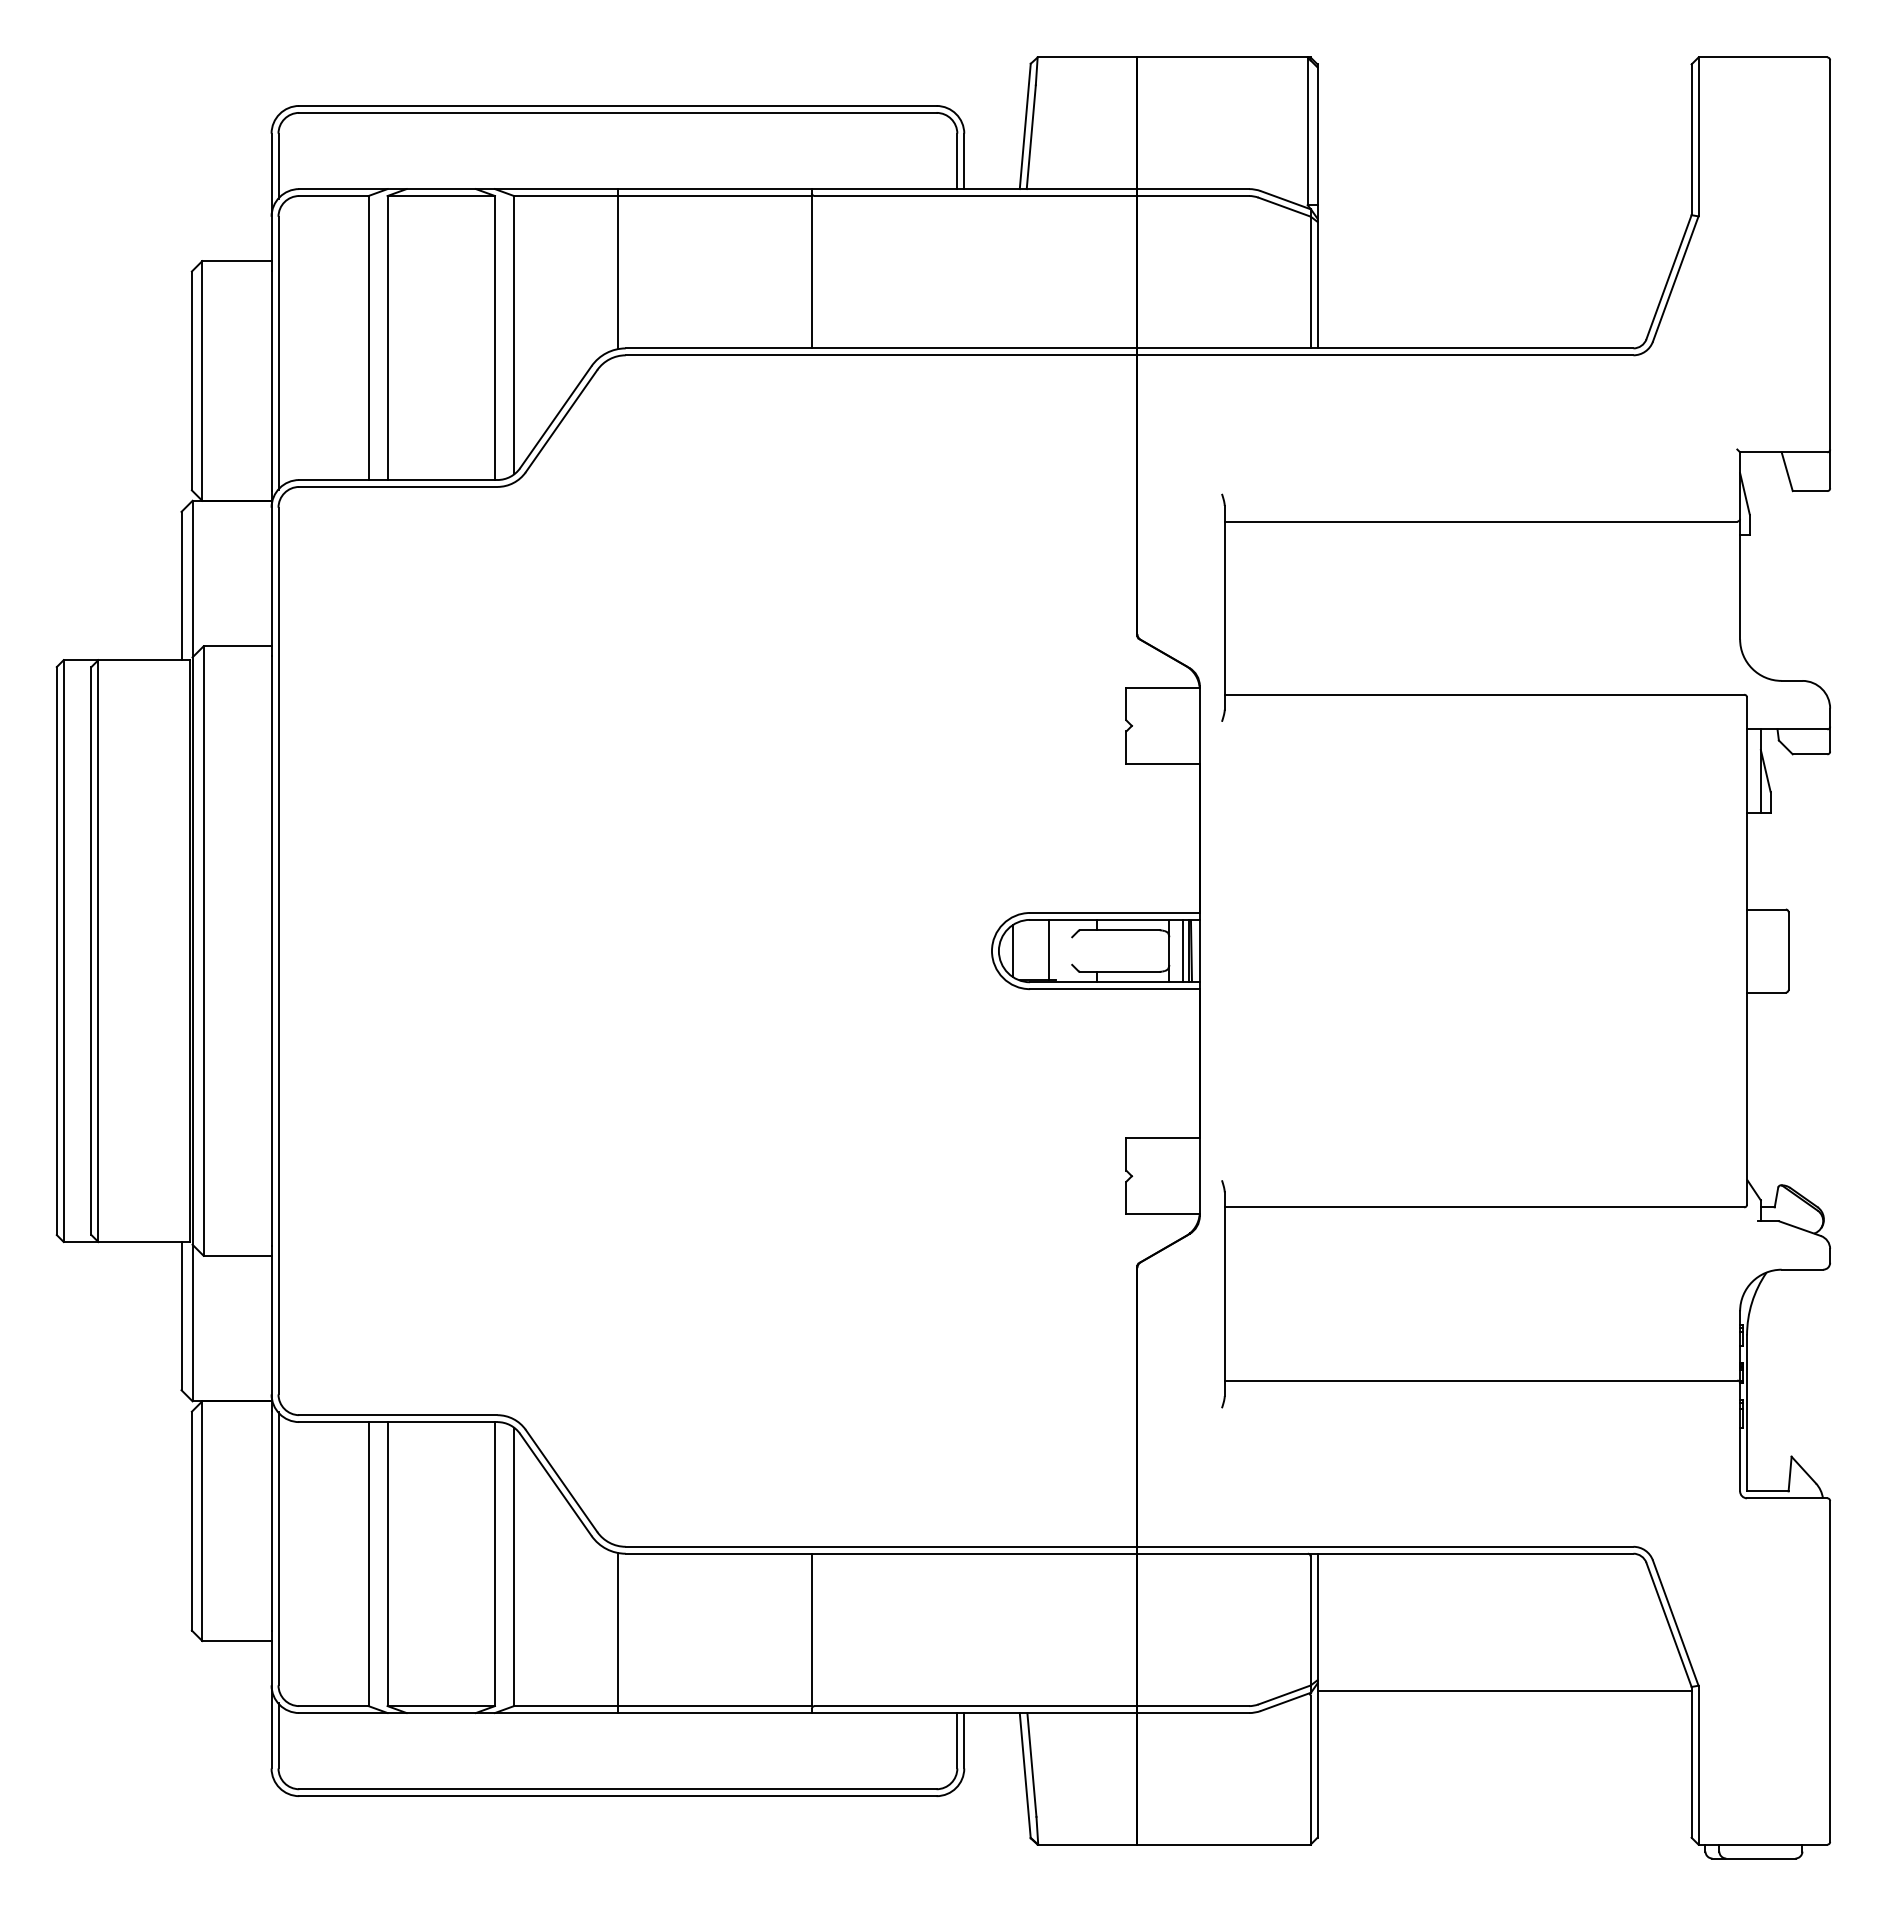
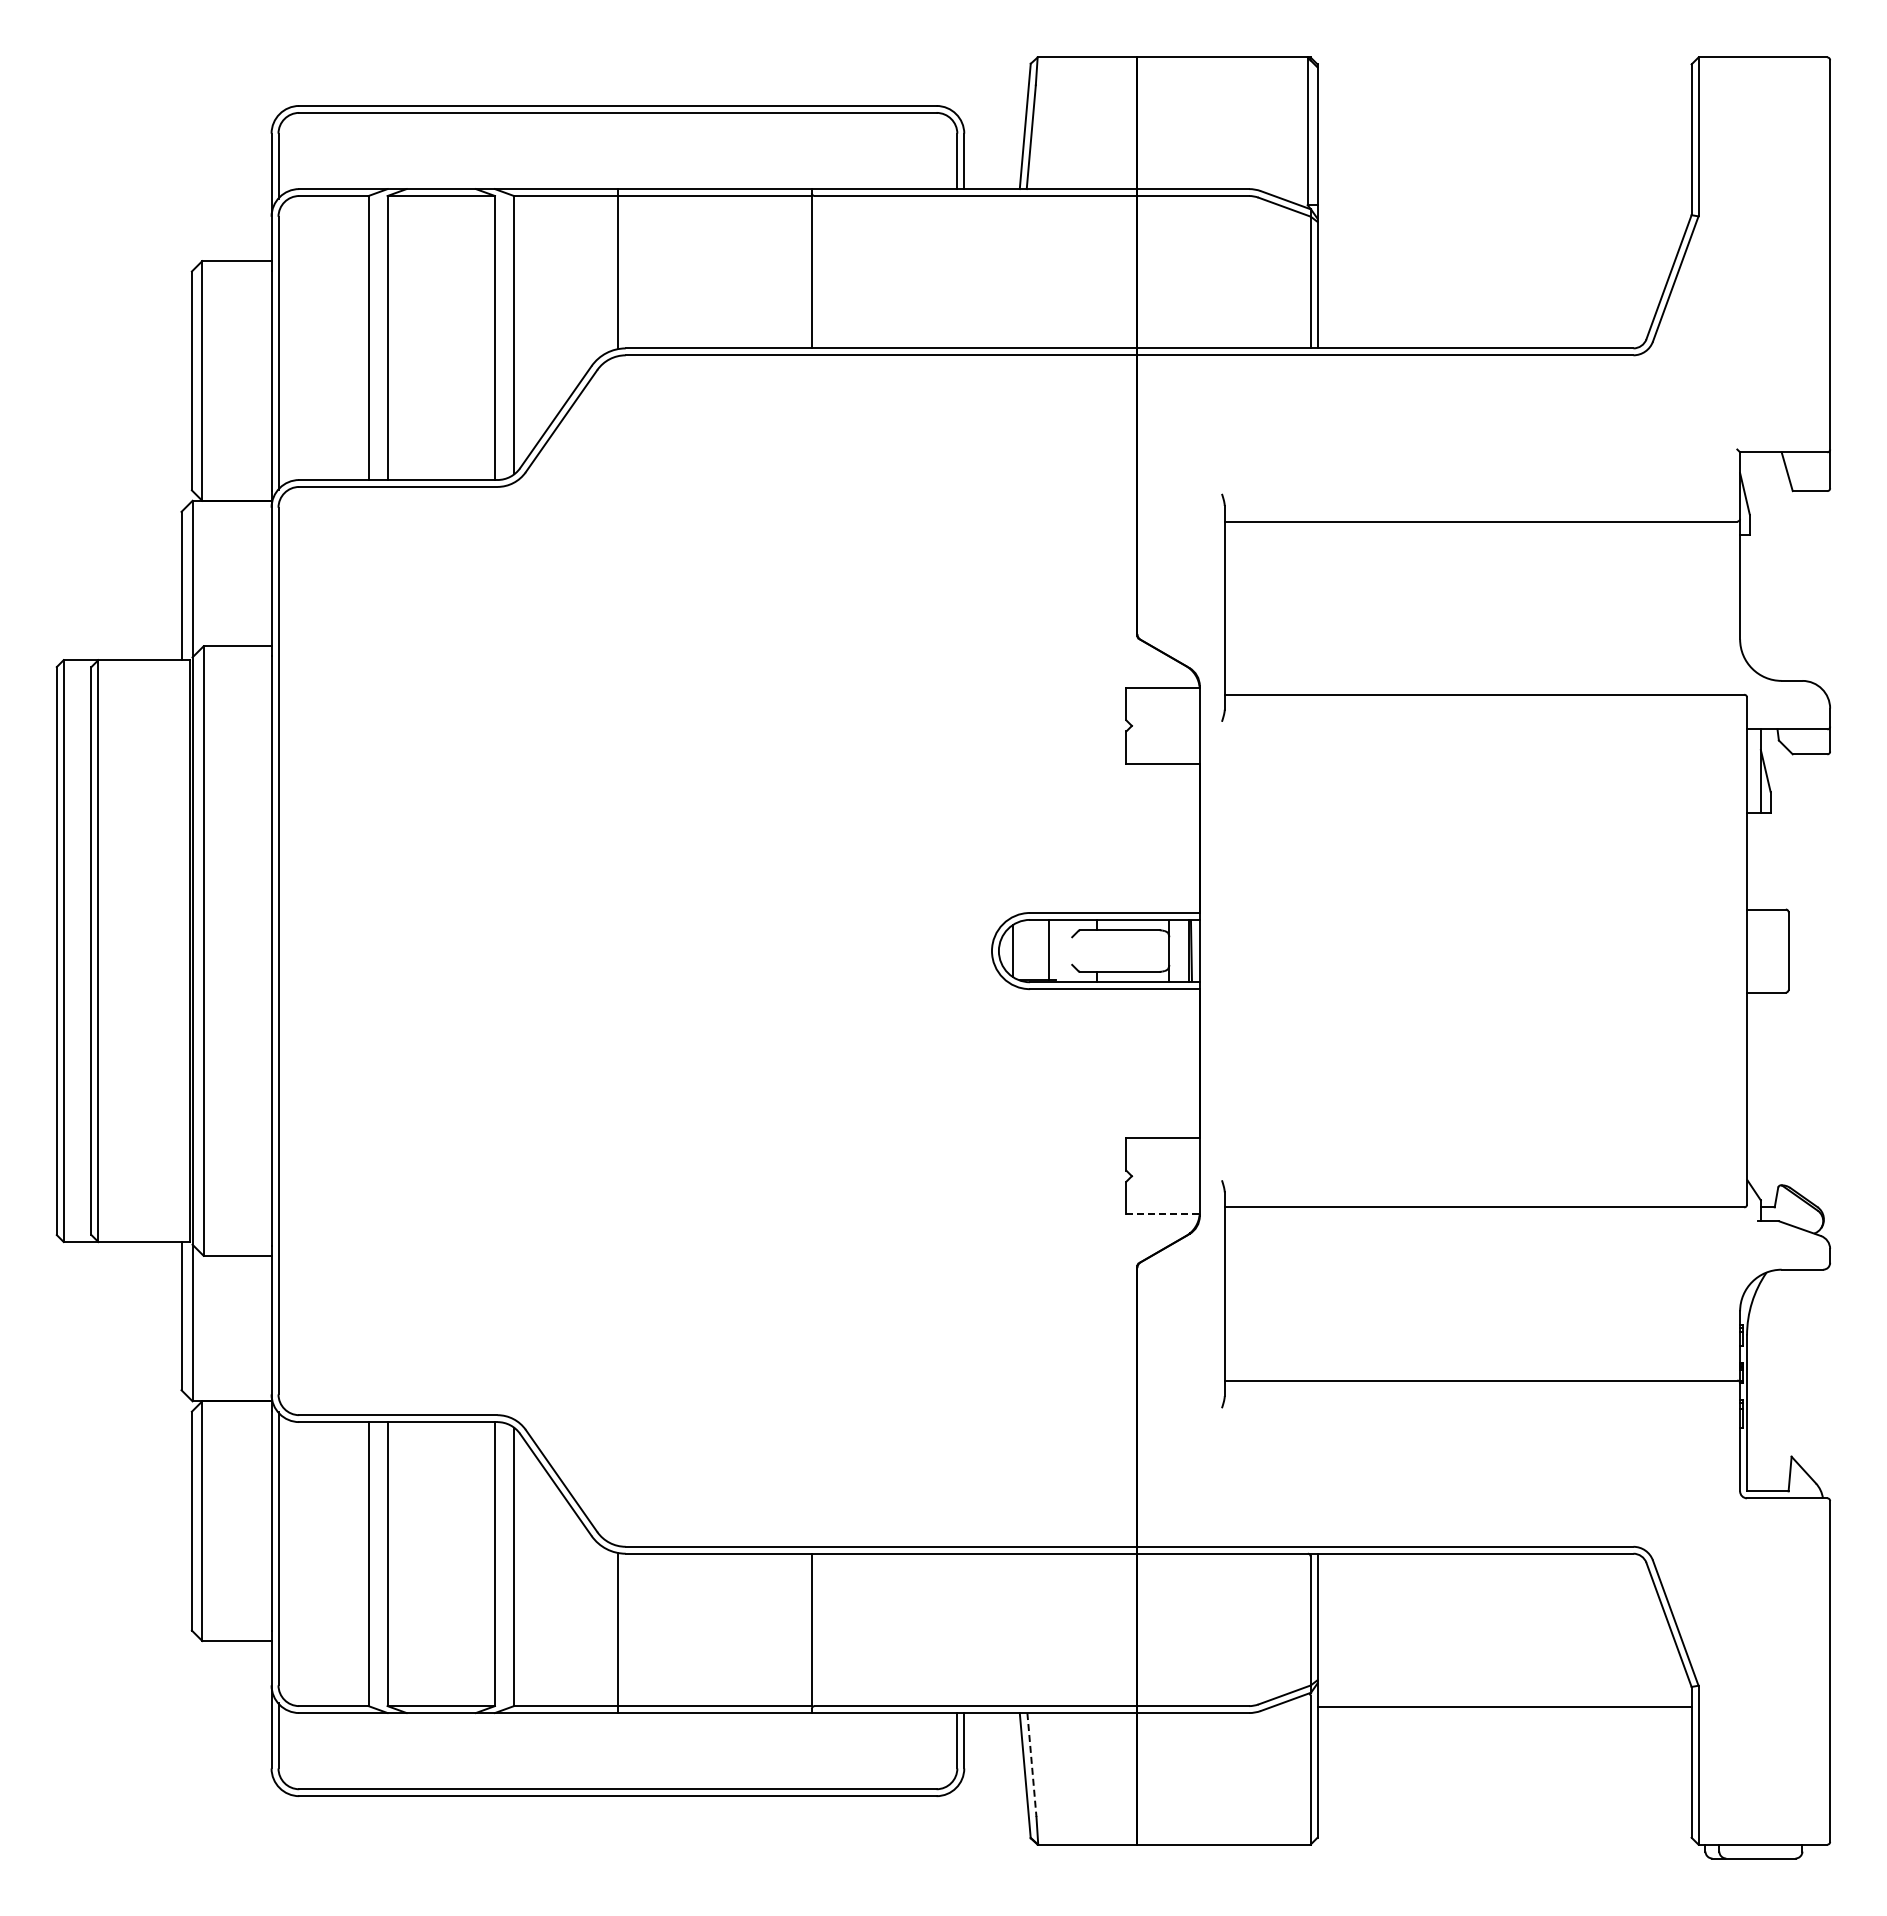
line at (1183, 950): present -> none
line at (1163, 1214): solid -> dashed
line at (1504, 1690) position: (1504, 1690) -> (1504, 1706)
line at (1031, 1765): solid -> dashed
